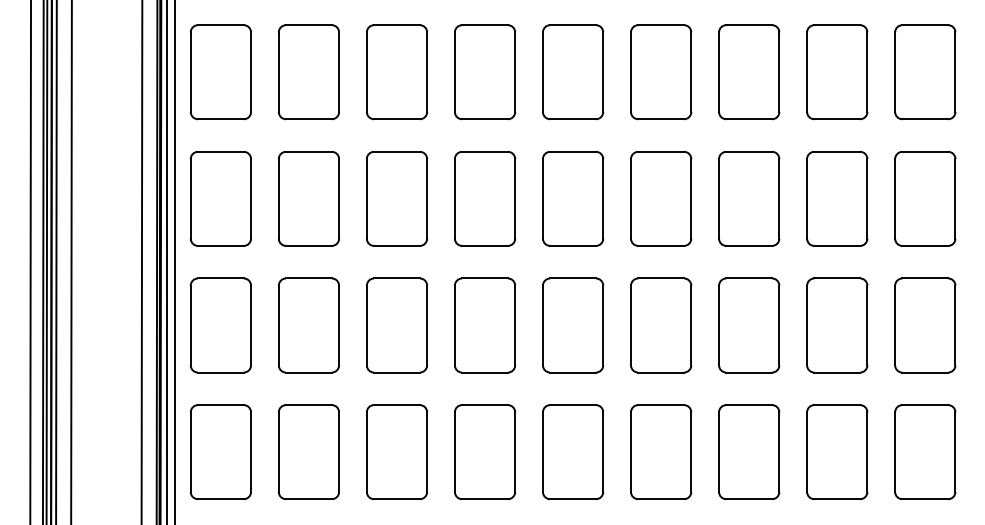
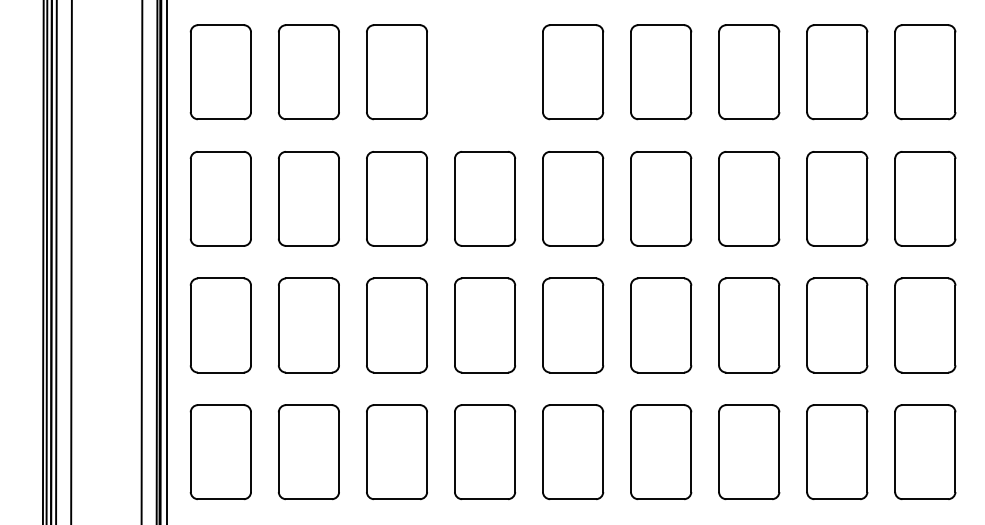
part at (485, 72): present -> none
line at (30, 261): present -> none
line at (174, 261): present -> none
